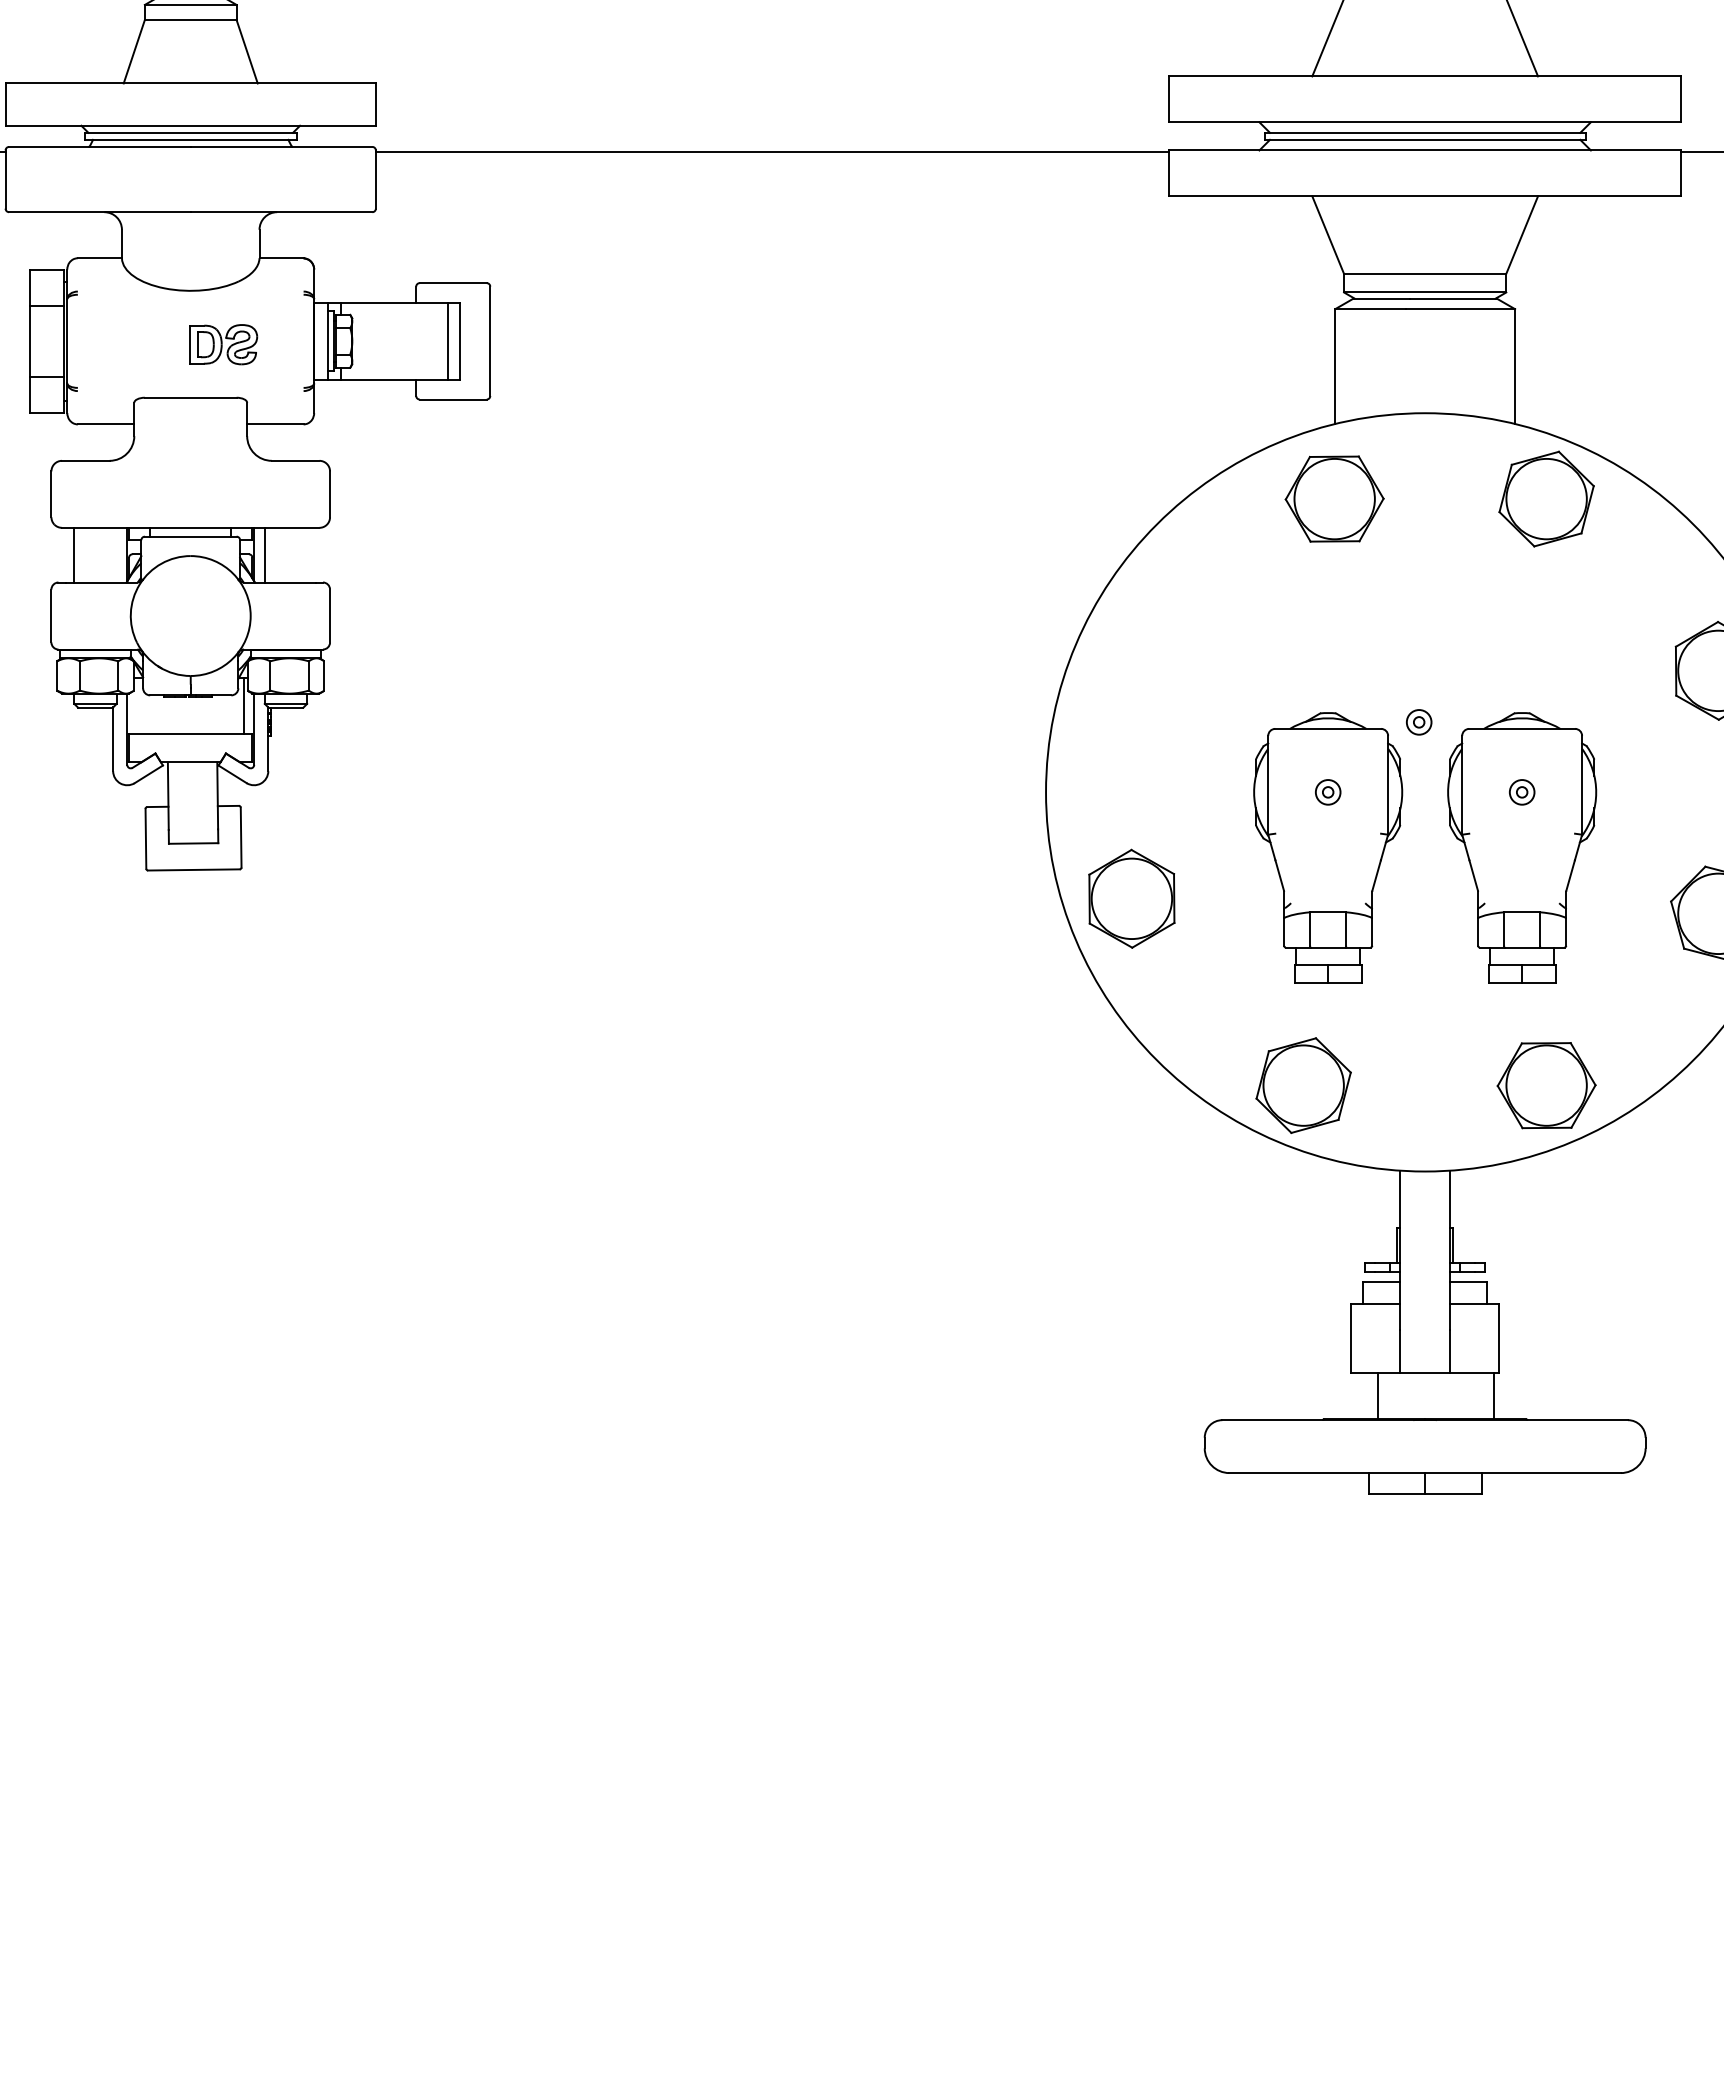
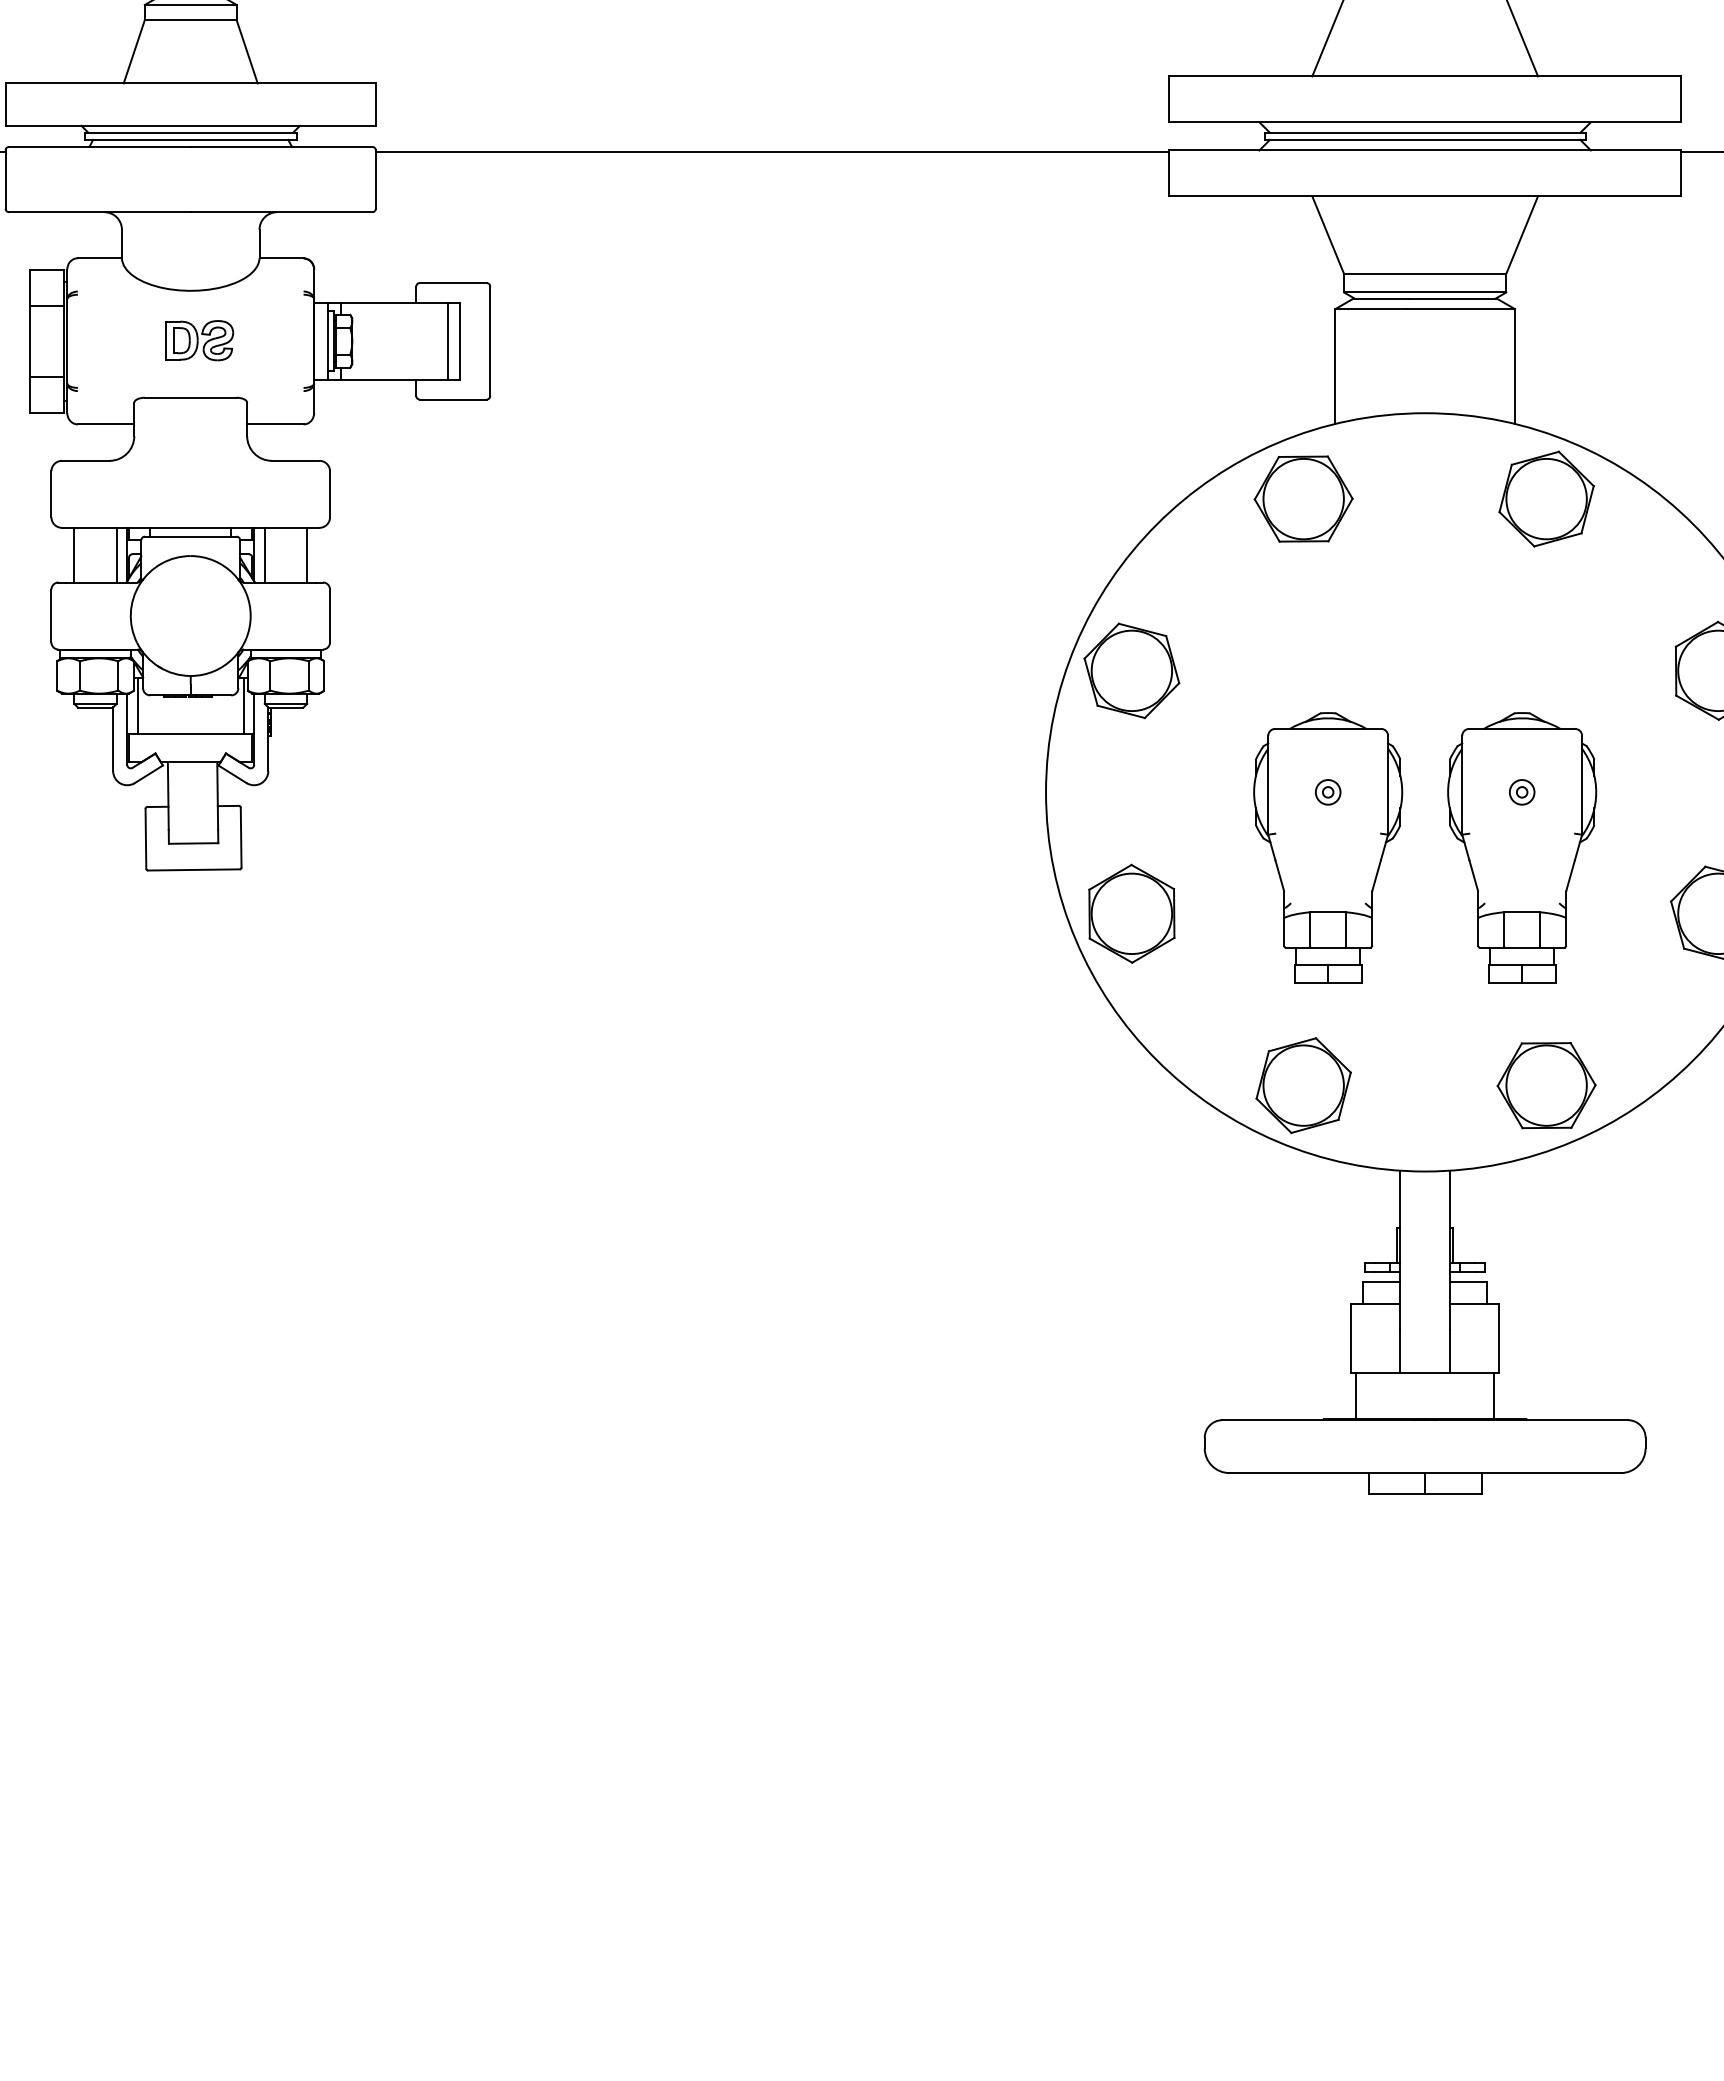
part at (223, 344) position: (223, 344) -> (199, 340)
part at (1334, 498) position: (1334, 498) -> (1303, 498)
line at (116, 554): none -> present
line at (307, 554): none -> present
part at (1131, 670): none -> present
line at (137, 705): none -> present
part at (1419, 722): present -> none
part at (1131, 898) position: (1131, 898) -> (1131, 913)
line at (1378, 1395) position: (1378, 1395) -> (1356, 1395)
